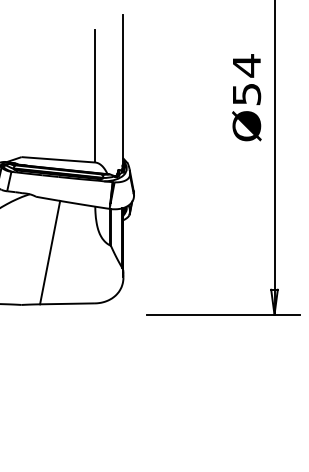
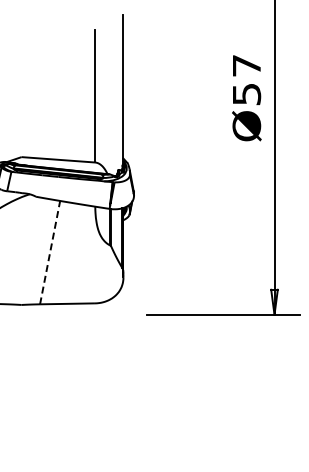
text at (246, 65): Ø54 -> Ø57
line at (50, 252): solid -> dashed
